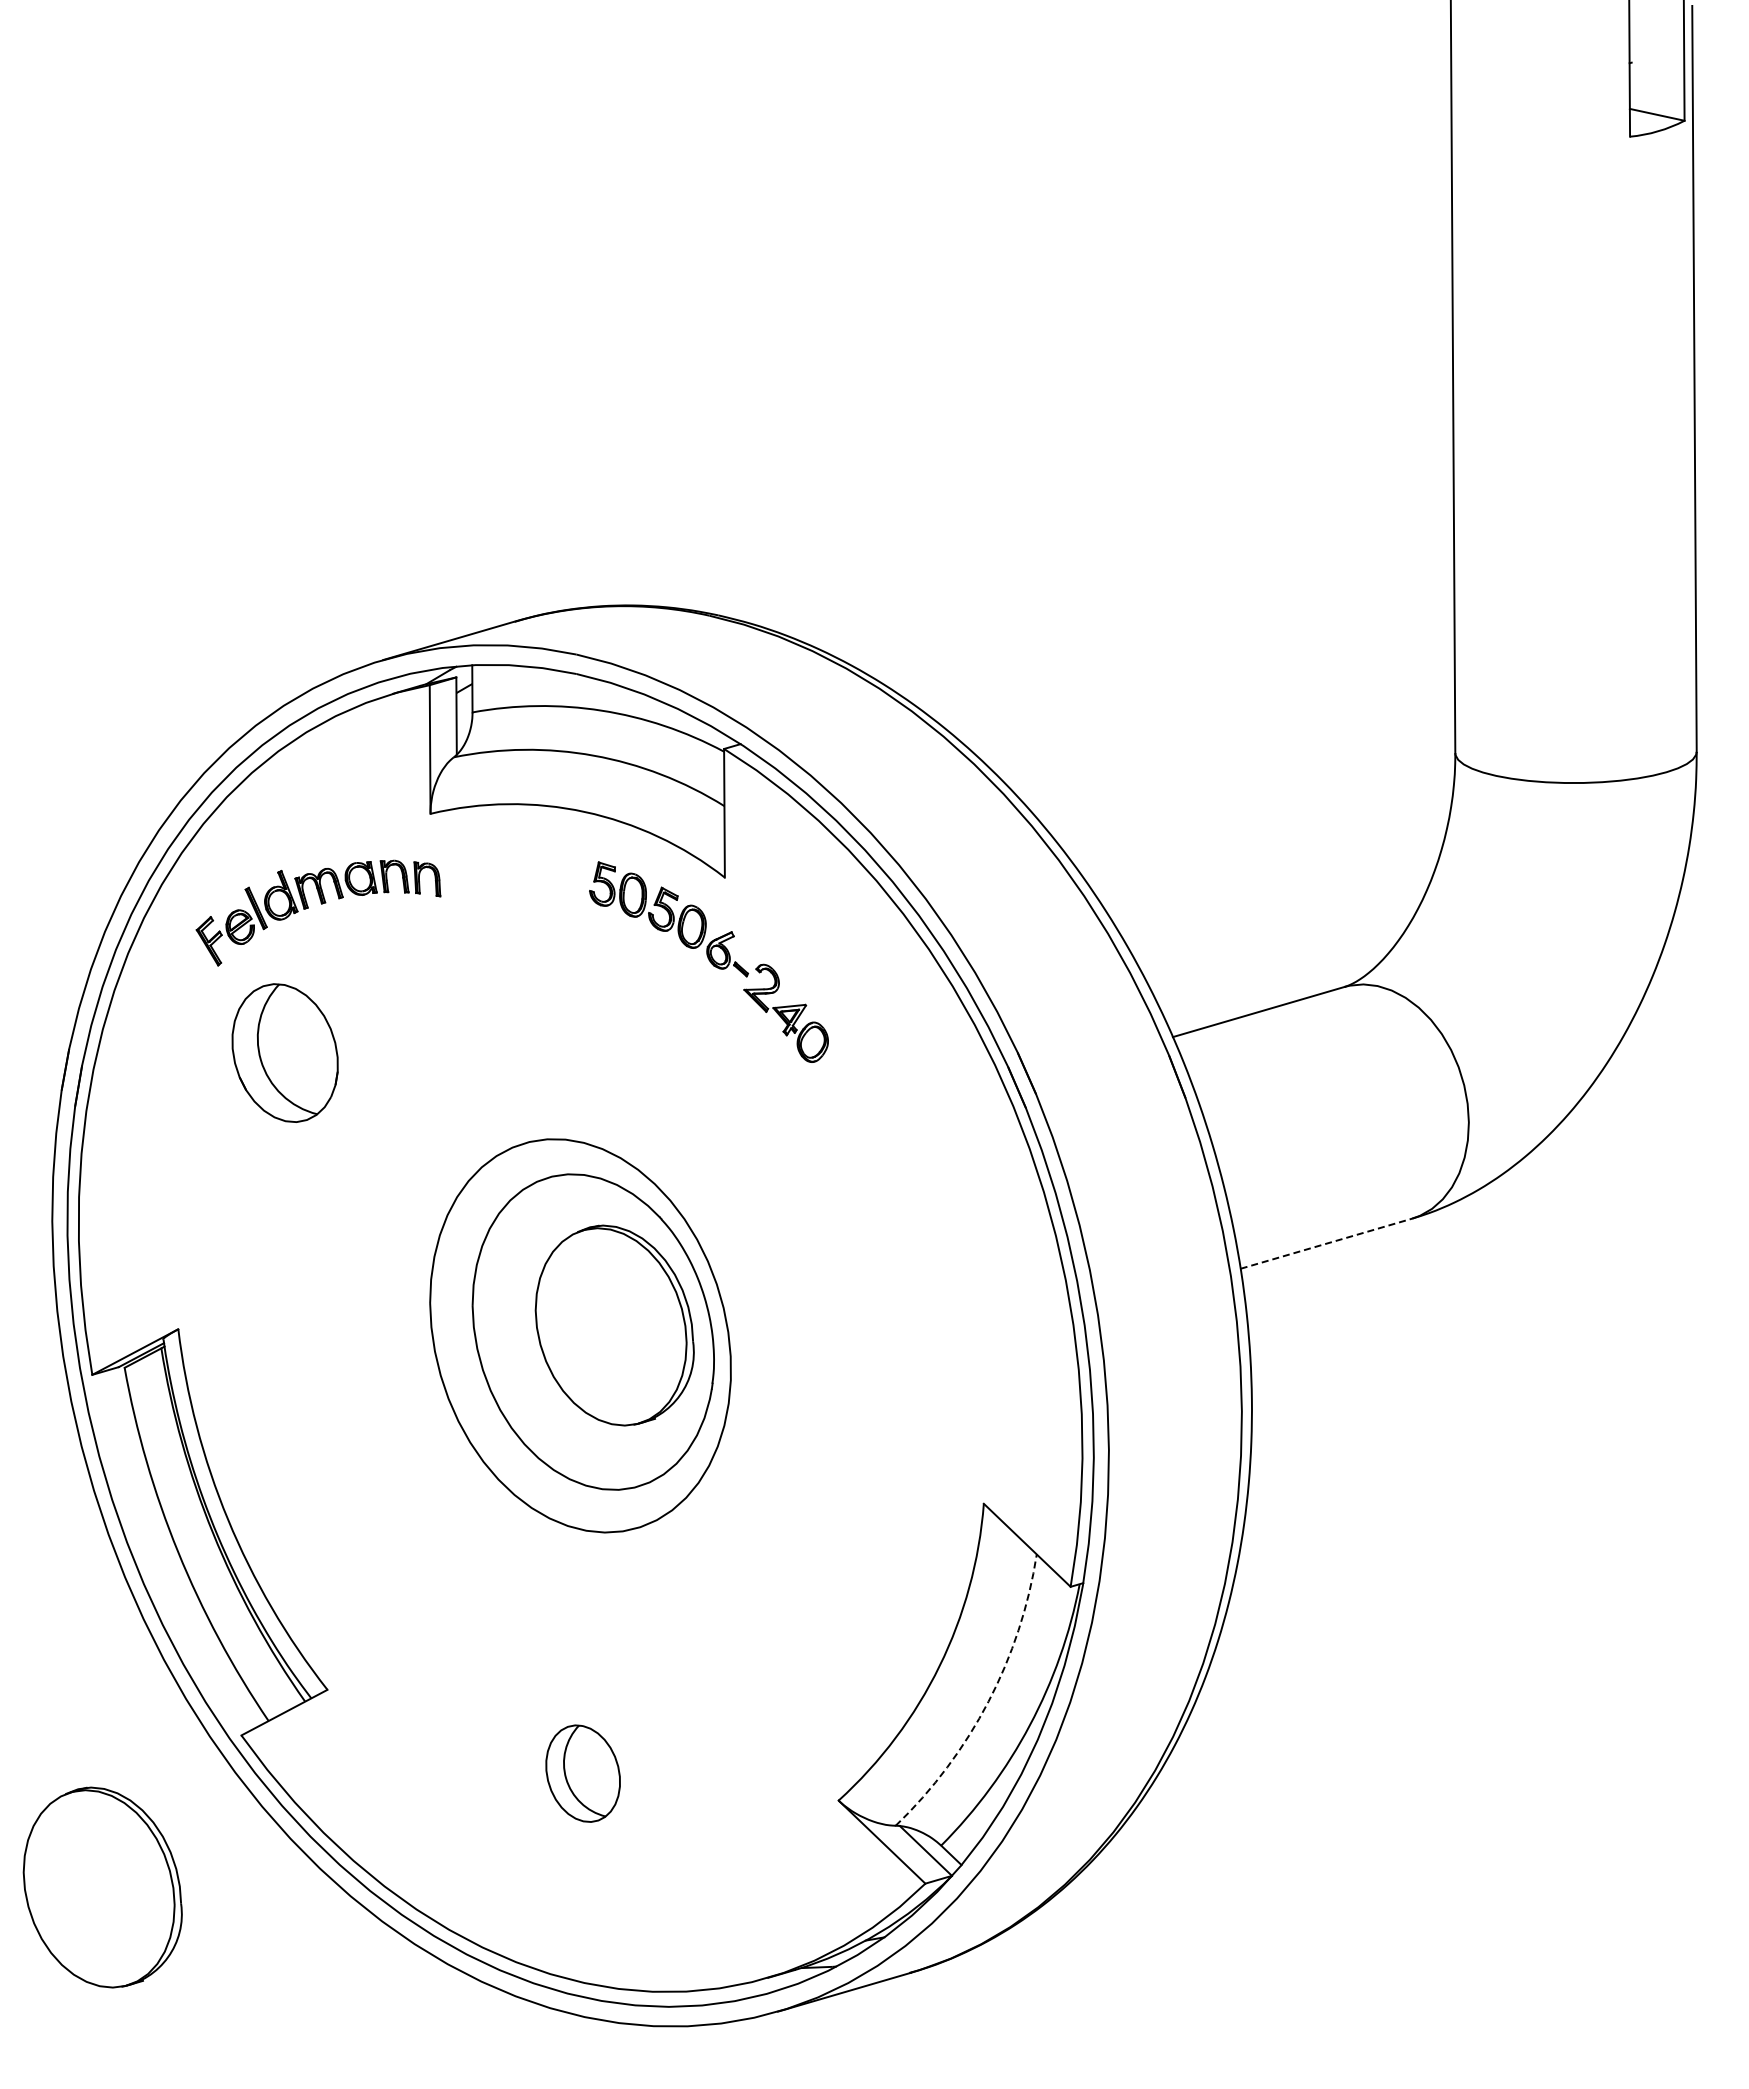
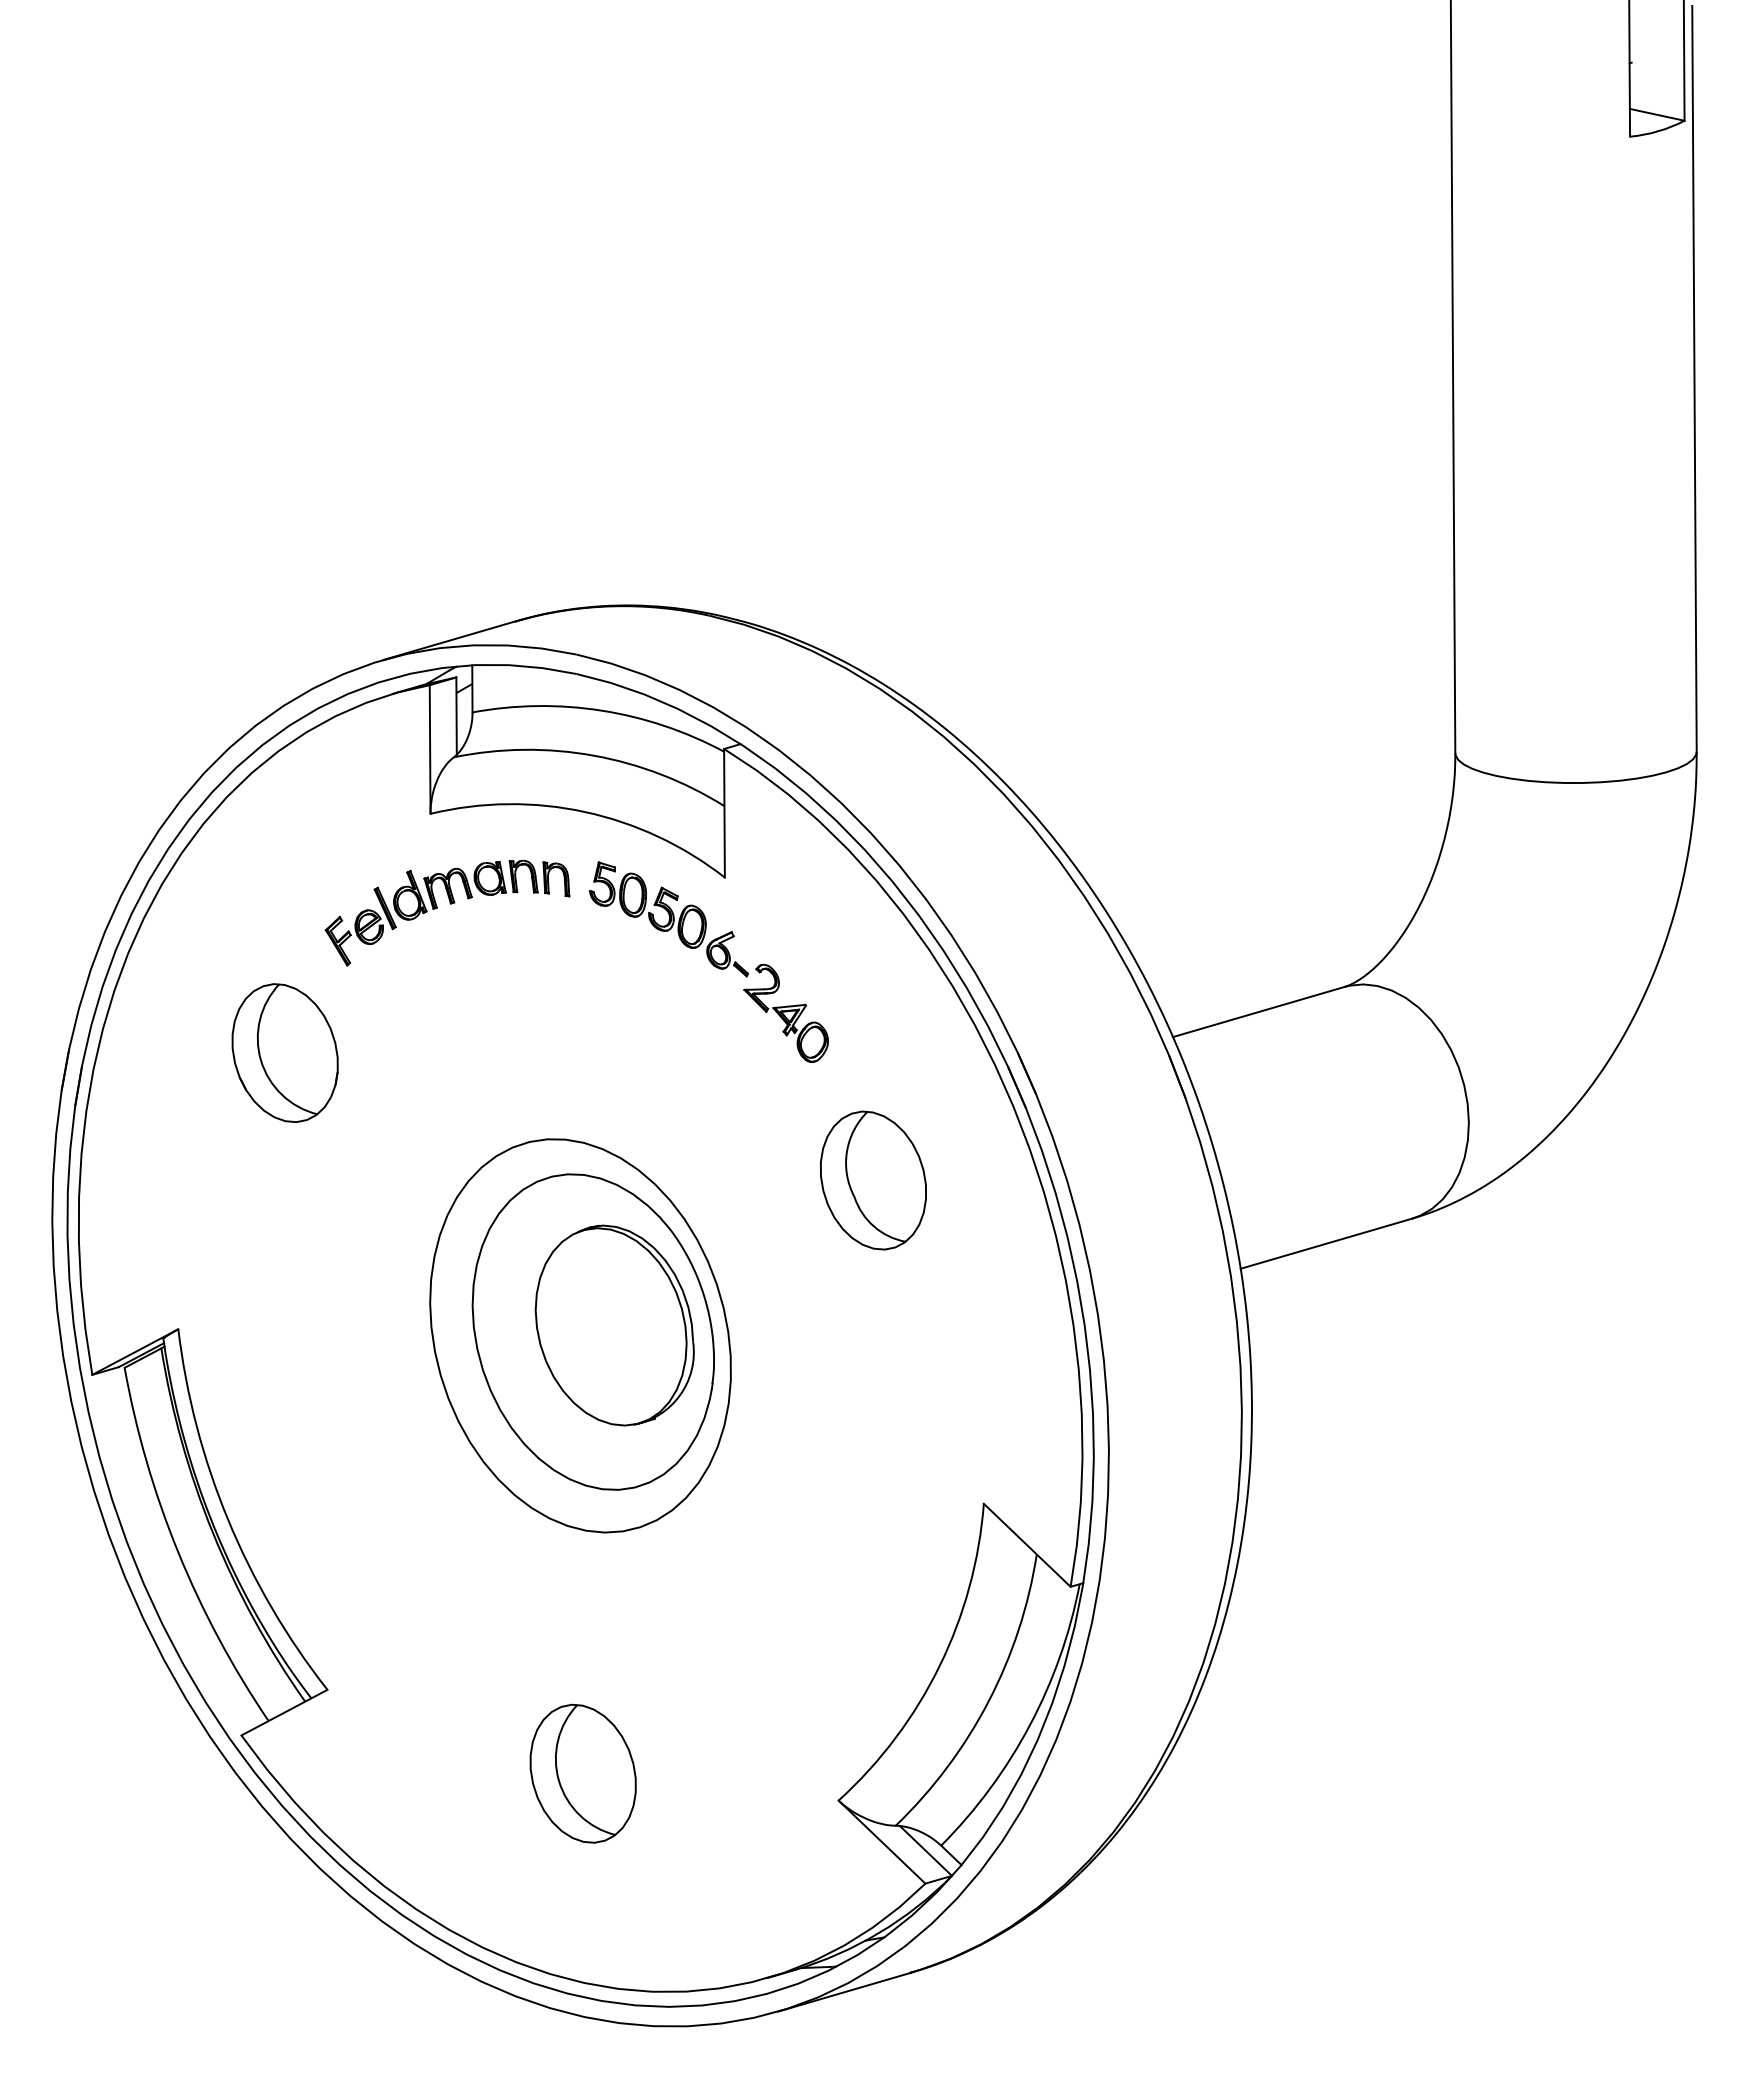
part at (321, 904) position: (321, 904) -> (450, 904)
part at (873, 1180): none -> present
line at (1326, 1243): dashed -> solid
arc at (988, 1701): dashed -> solid
part at (582, 1773) size: 76x99 px -> 108x141 px
part at (102, 1887): present -> none
